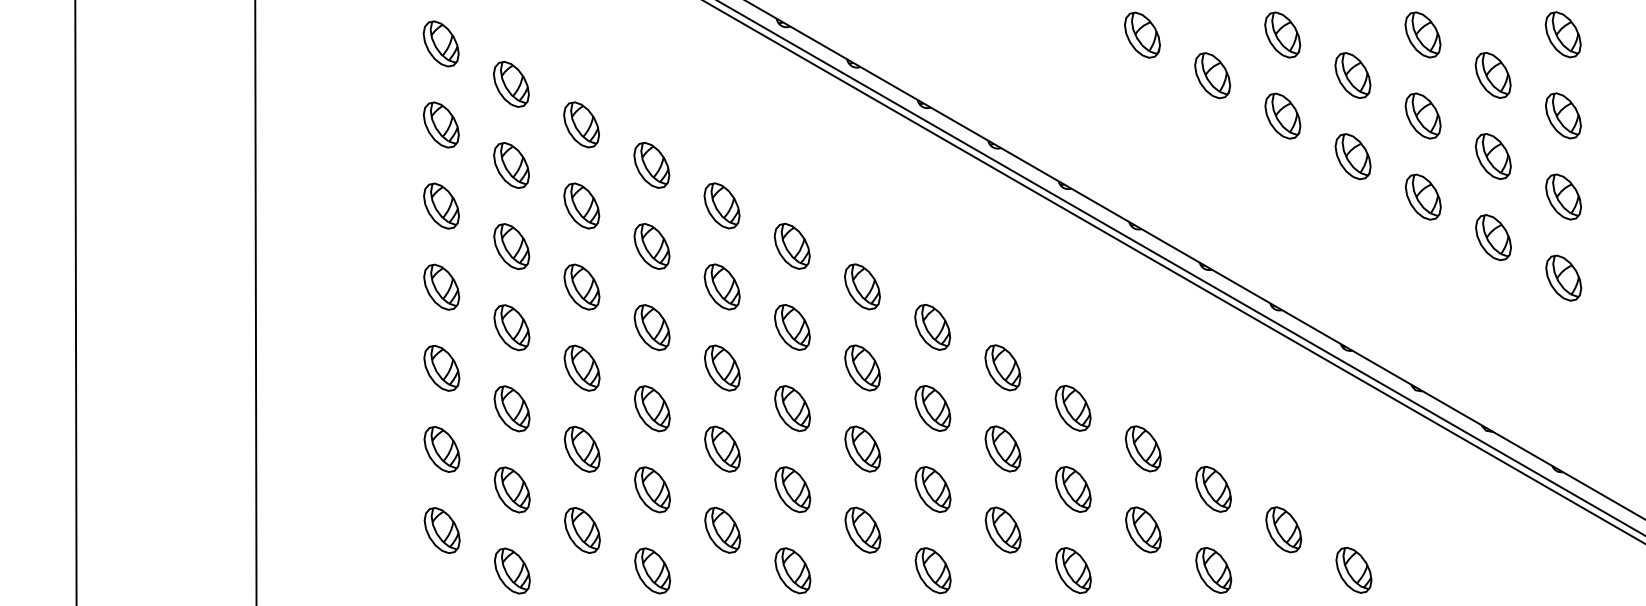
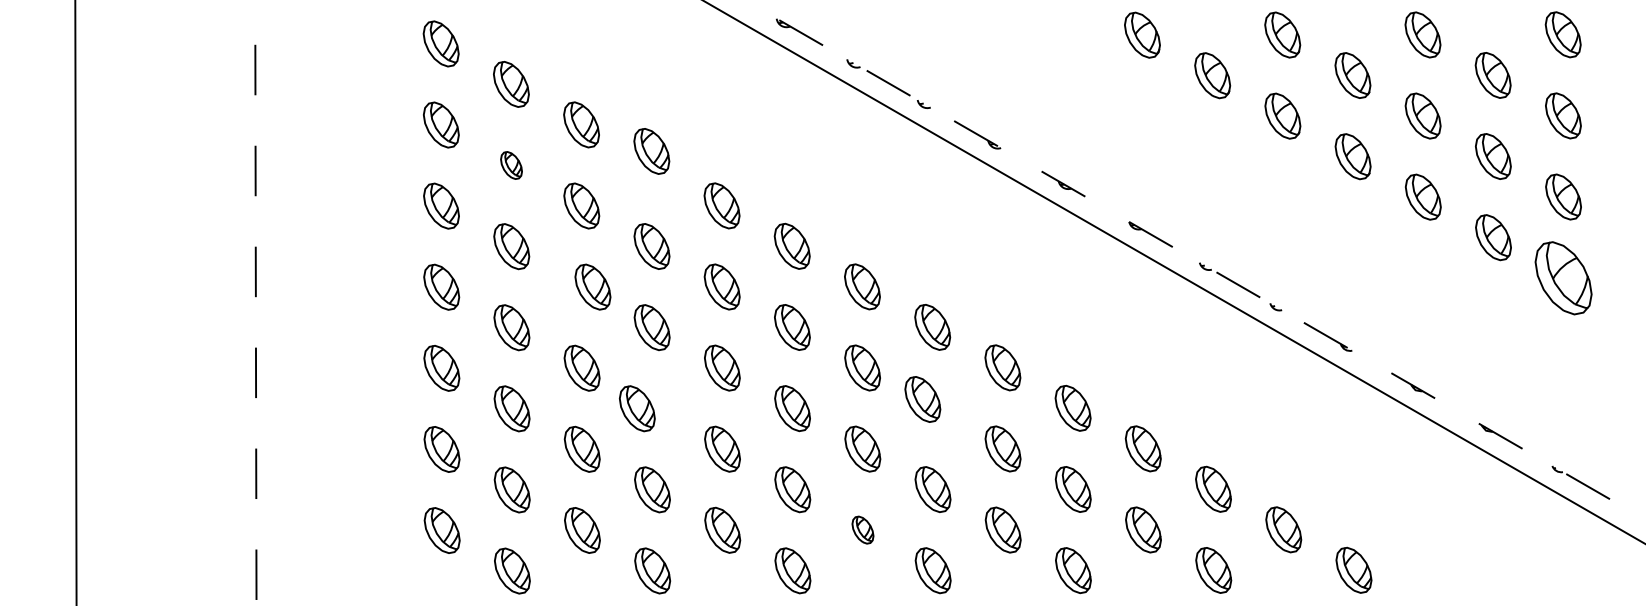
part at (511, 165) size: 37x47 px -> 23x29 px
part at (651, 165) position: (651, 165) -> (651, 151)
line at (1195, 260): solid -> dashed
line at (1181, 268): present -> none
part at (1563, 277) size: 38x48 px -> 59x75 px
part at (581, 286) position: (581, 286) -> (592, 286)
line at (255, 303): solid -> dashed
part at (651, 408) position: (651, 408) -> (636, 408)
part at (932, 408) position: (932, 408) -> (922, 399)
part at (862, 529) size: 38x48 px -> 24x30 px
